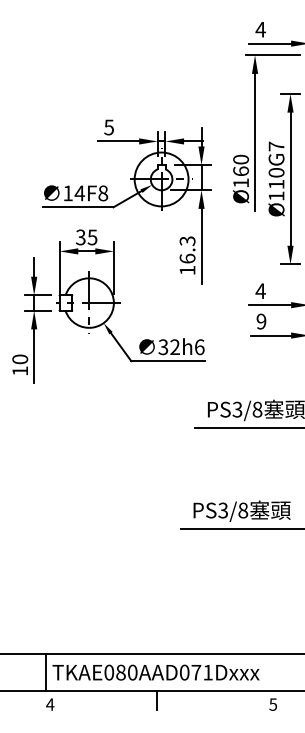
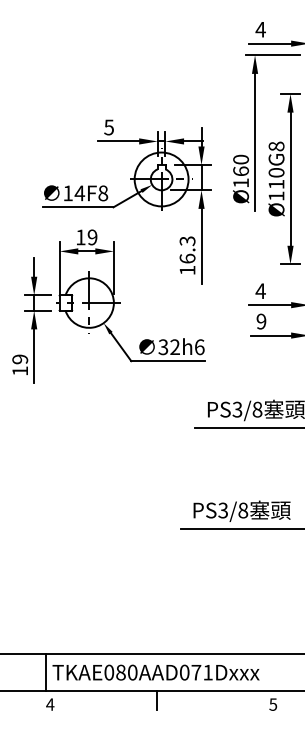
text at (276, 146): Ø110G7 -> Ø110G8
text at (86, 237): 35 -> 19
text at (20, 359): 10 -> 19
